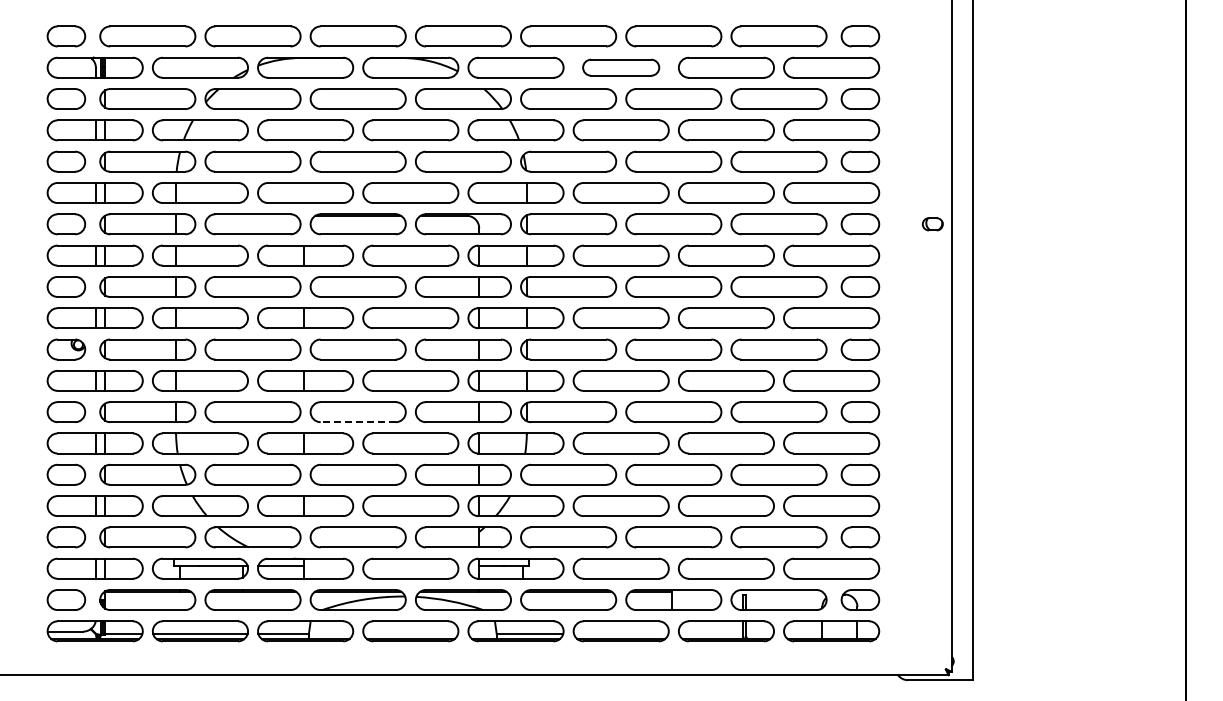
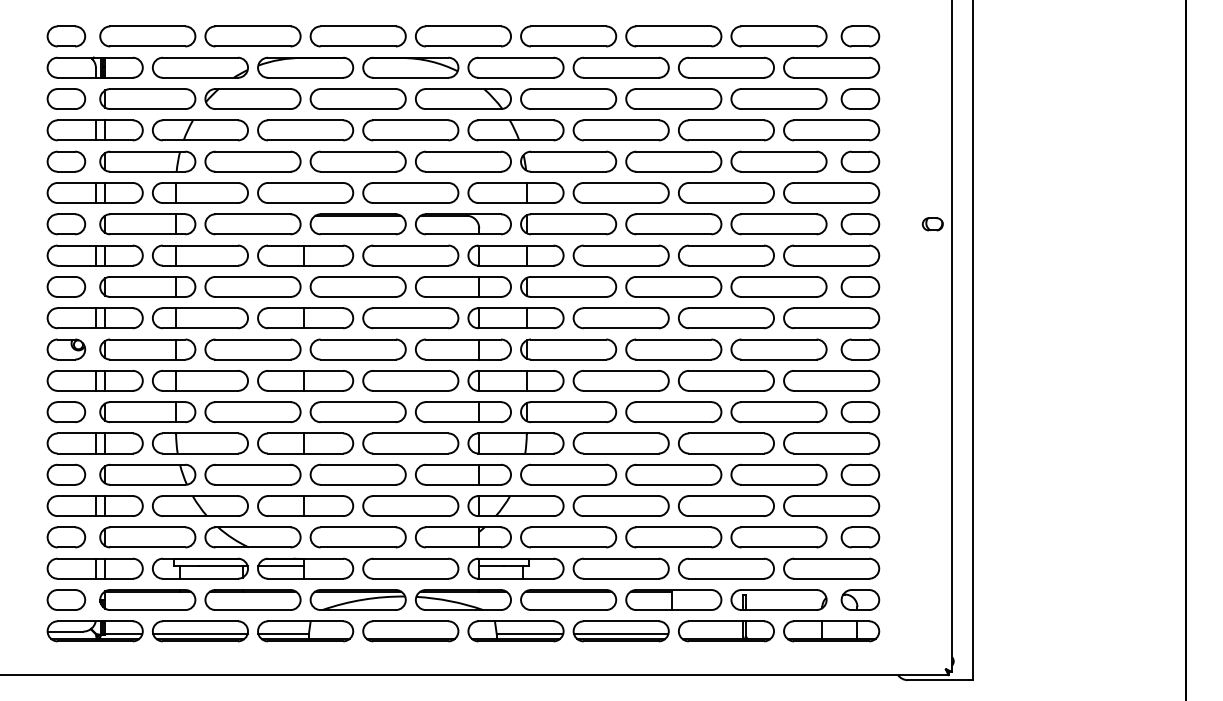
part at (621, 67) size: 79x19 px -> 98x23 px
line at (358, 422): dashed -> solid
line at (621, 634): none -> present
